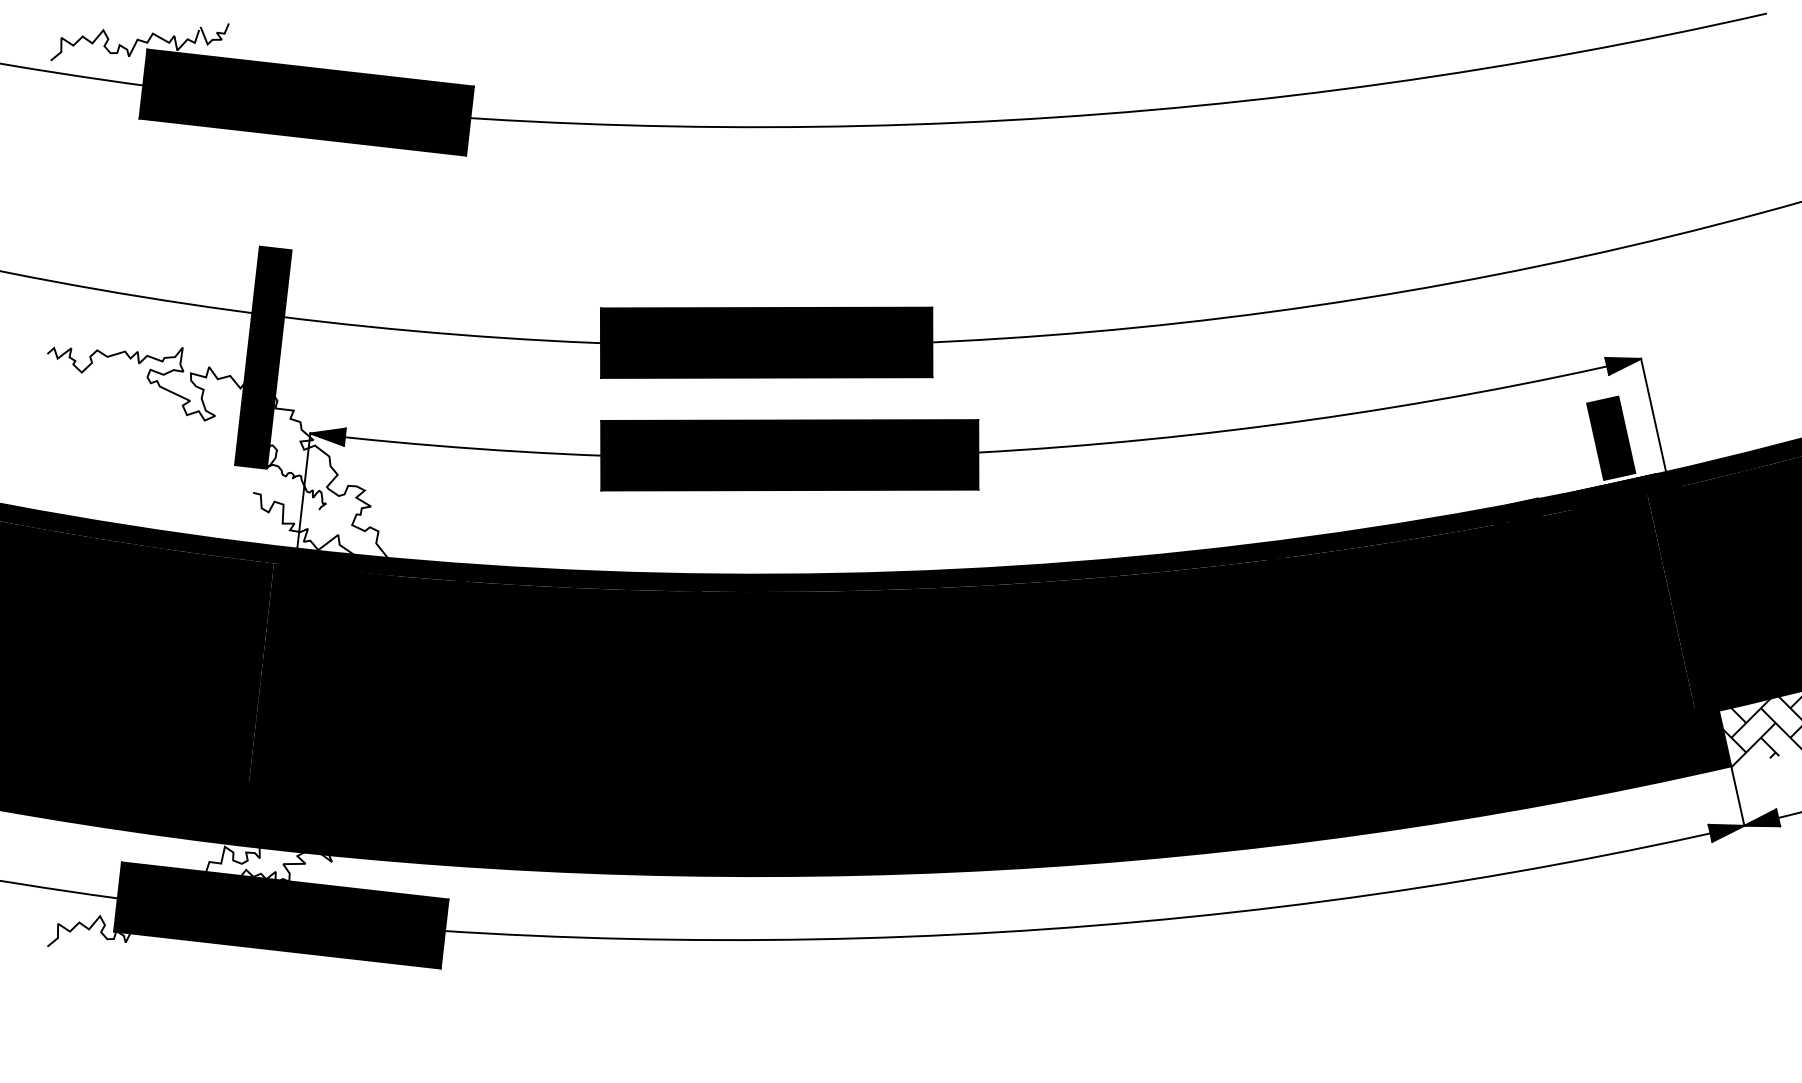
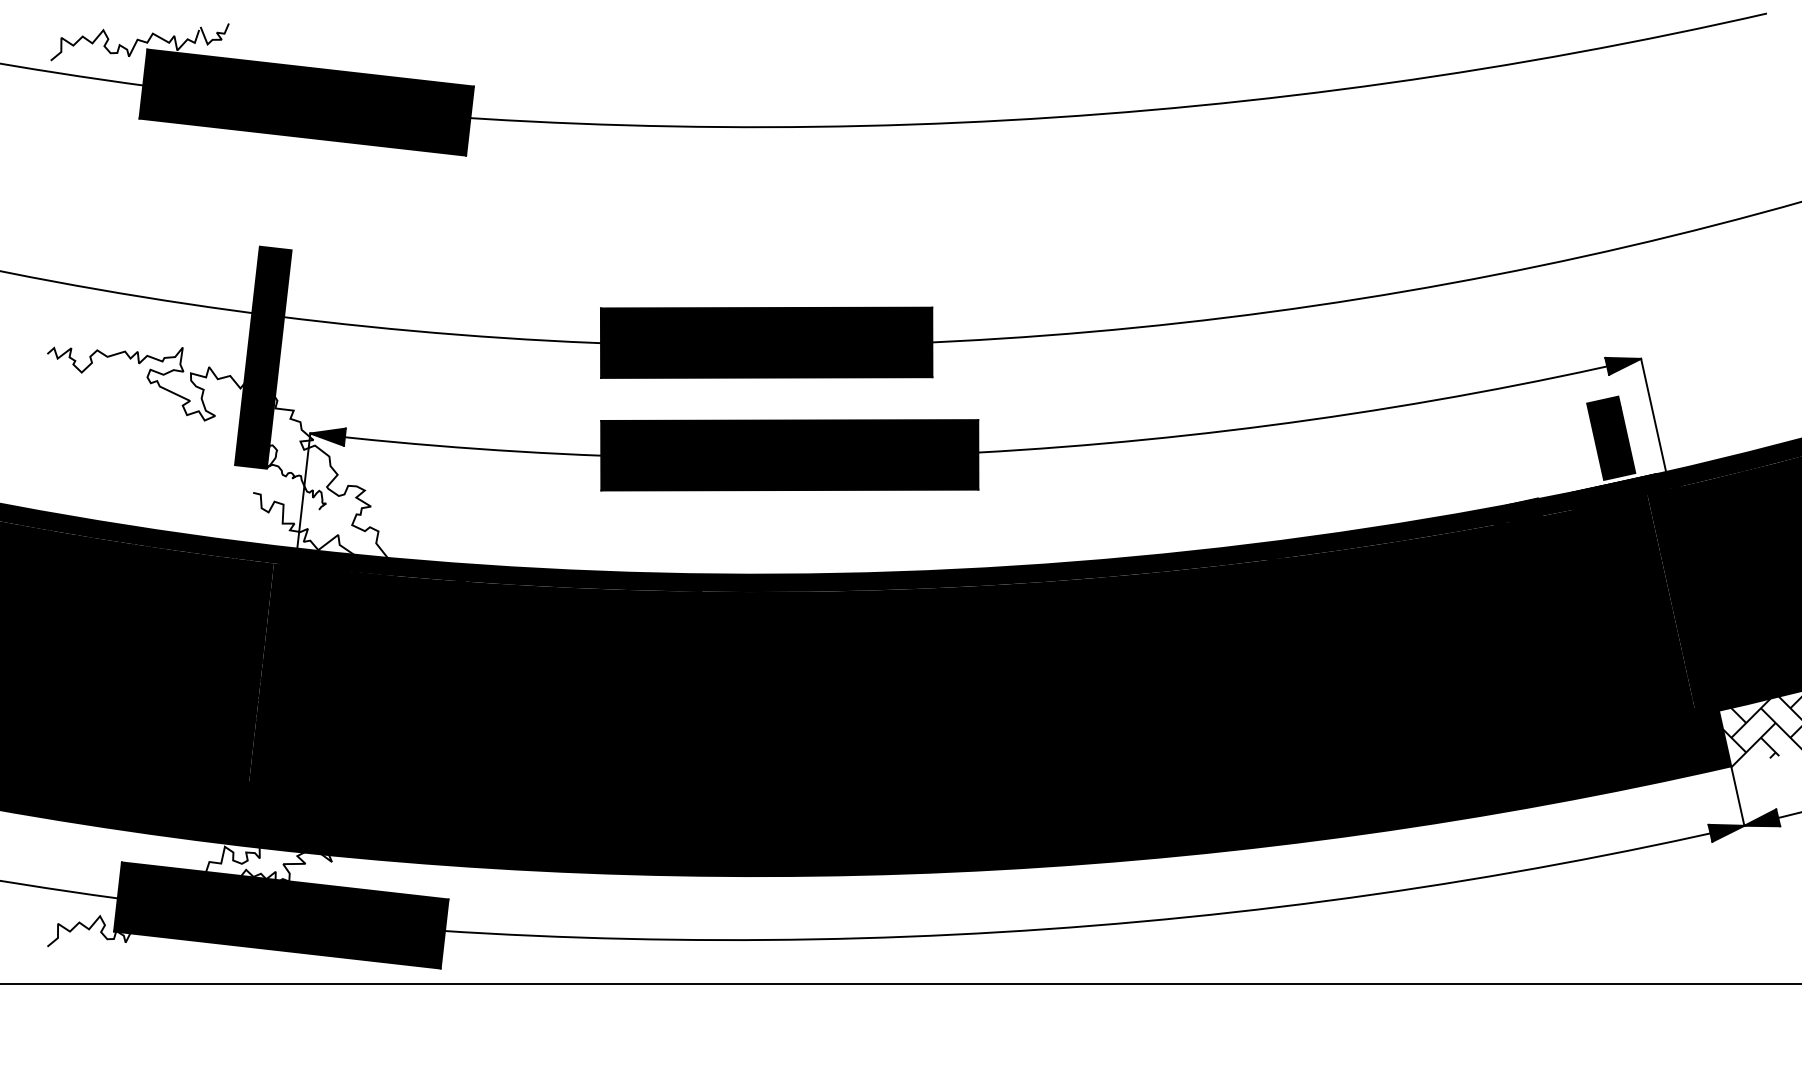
line at (900, 983): none -> present
